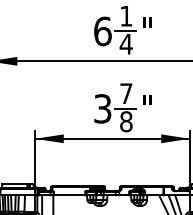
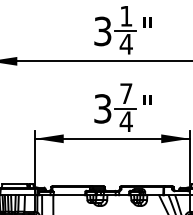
text at (102, 31): 6 -> 3
text at (125, 121): 8 -> 4
